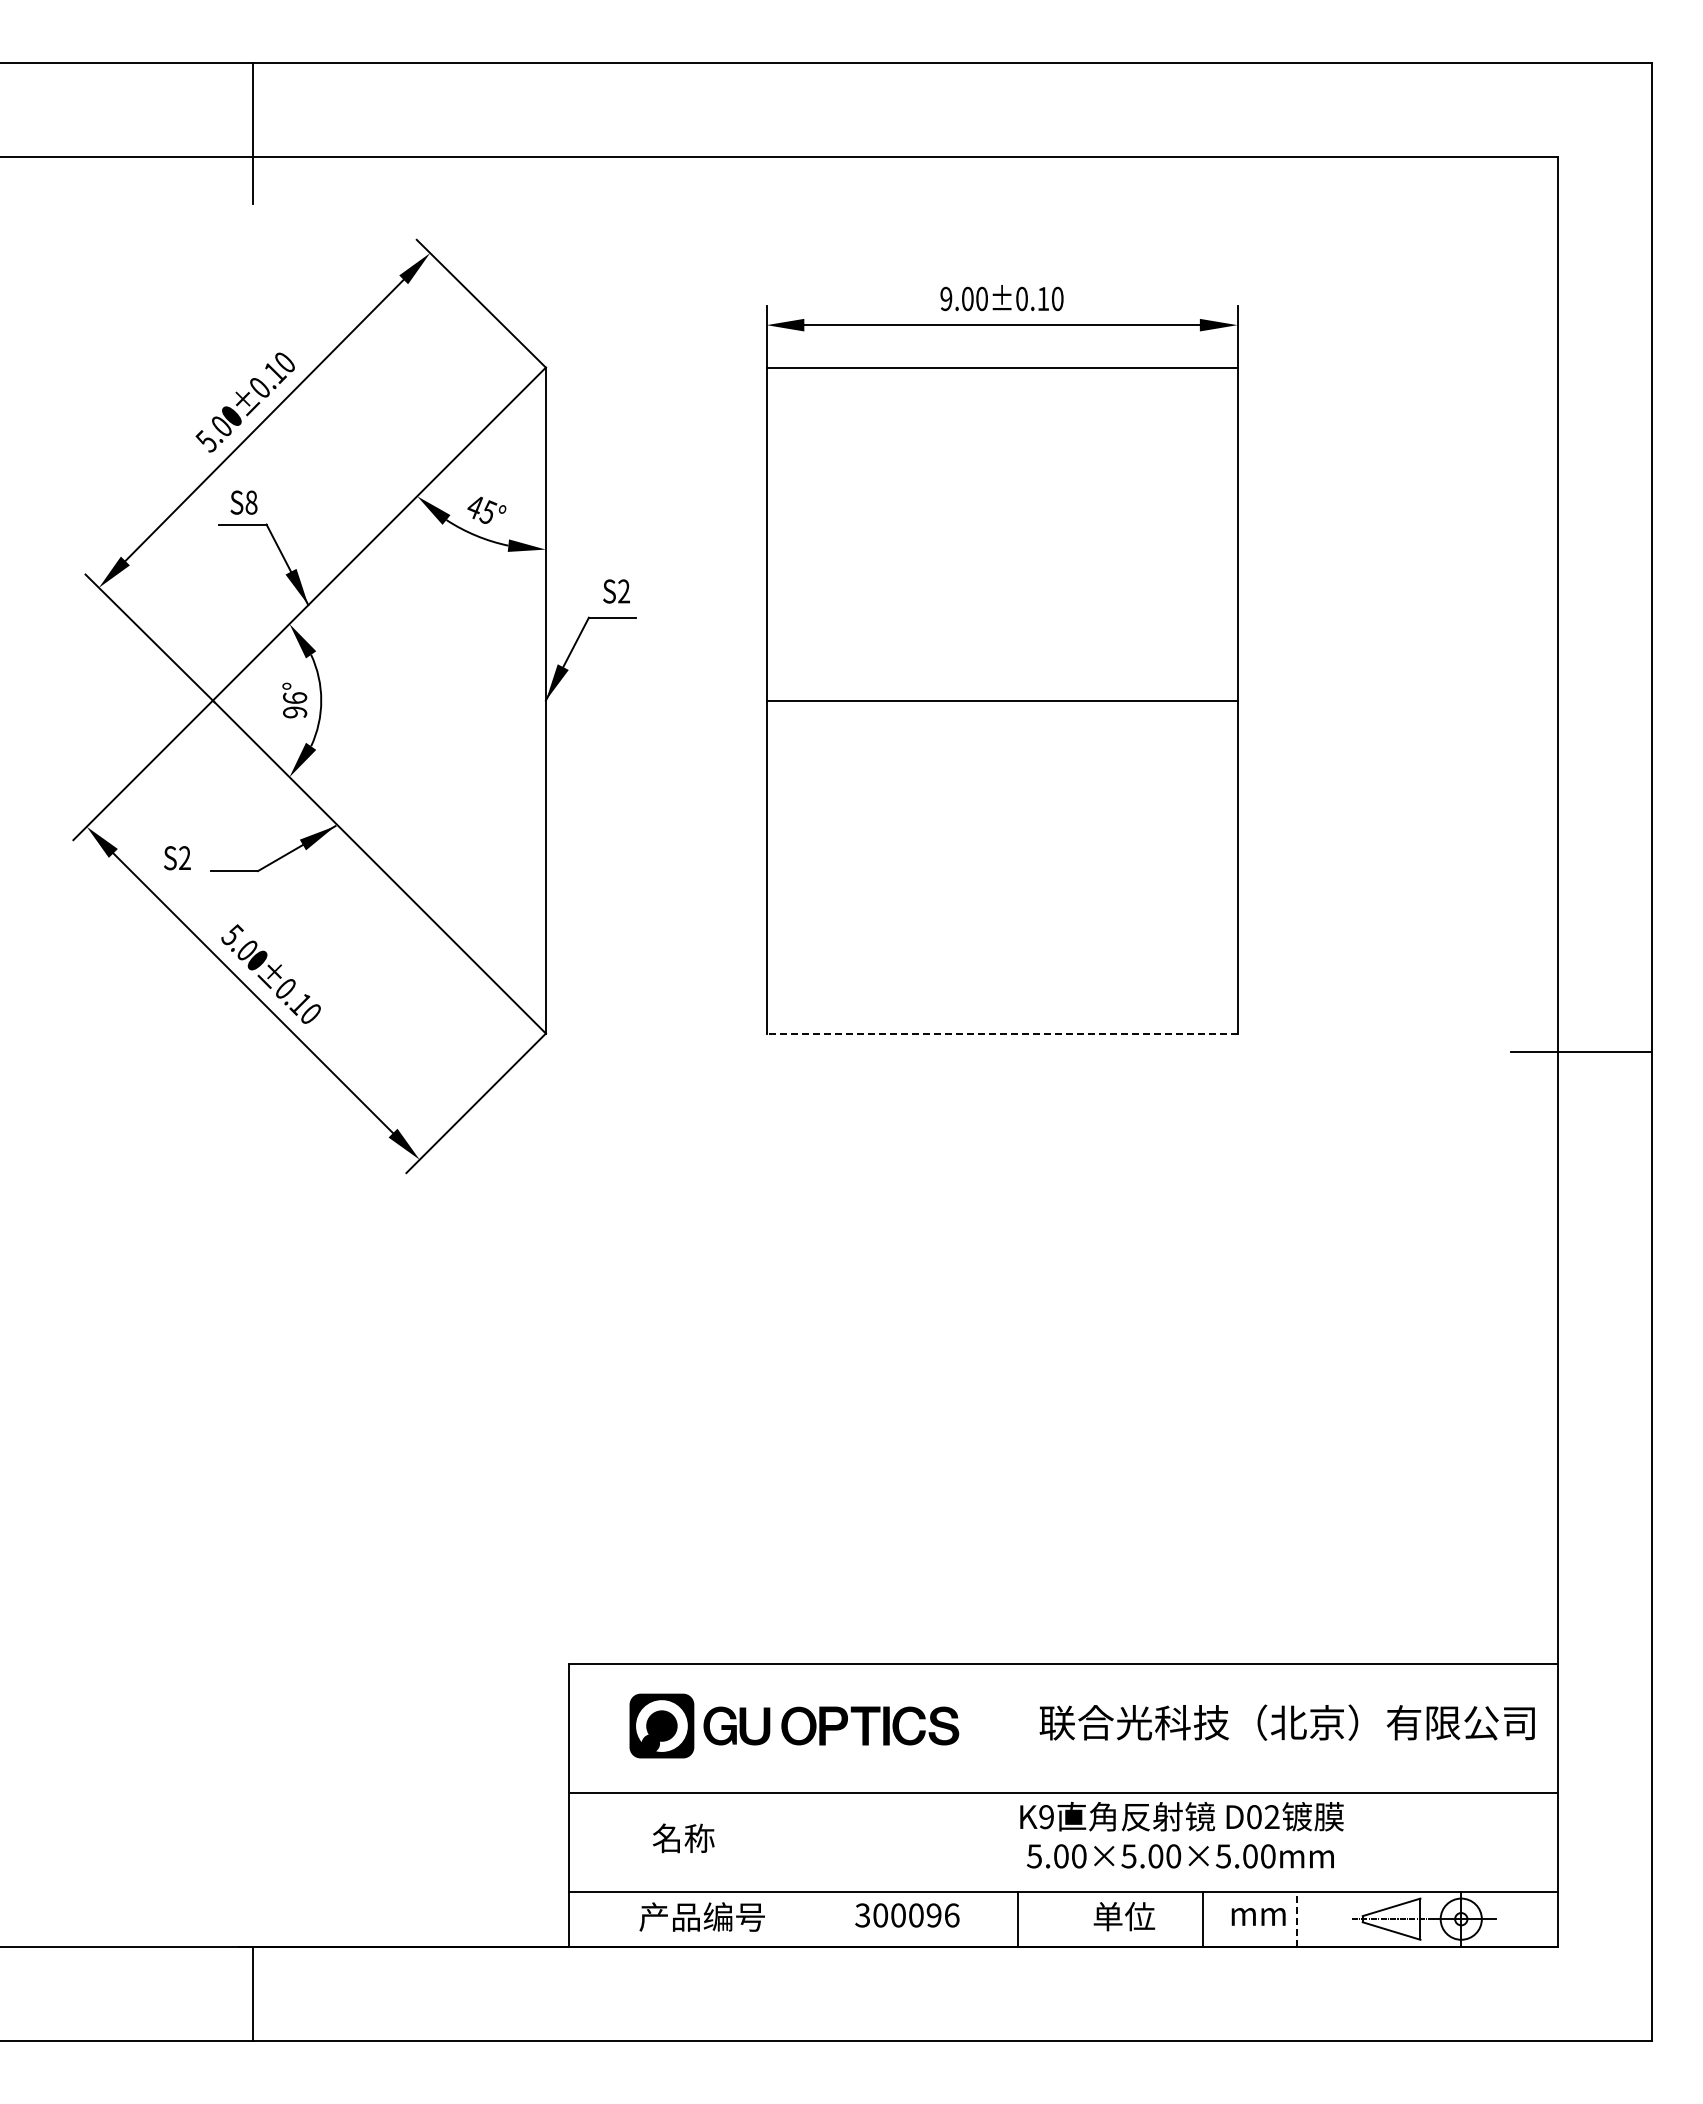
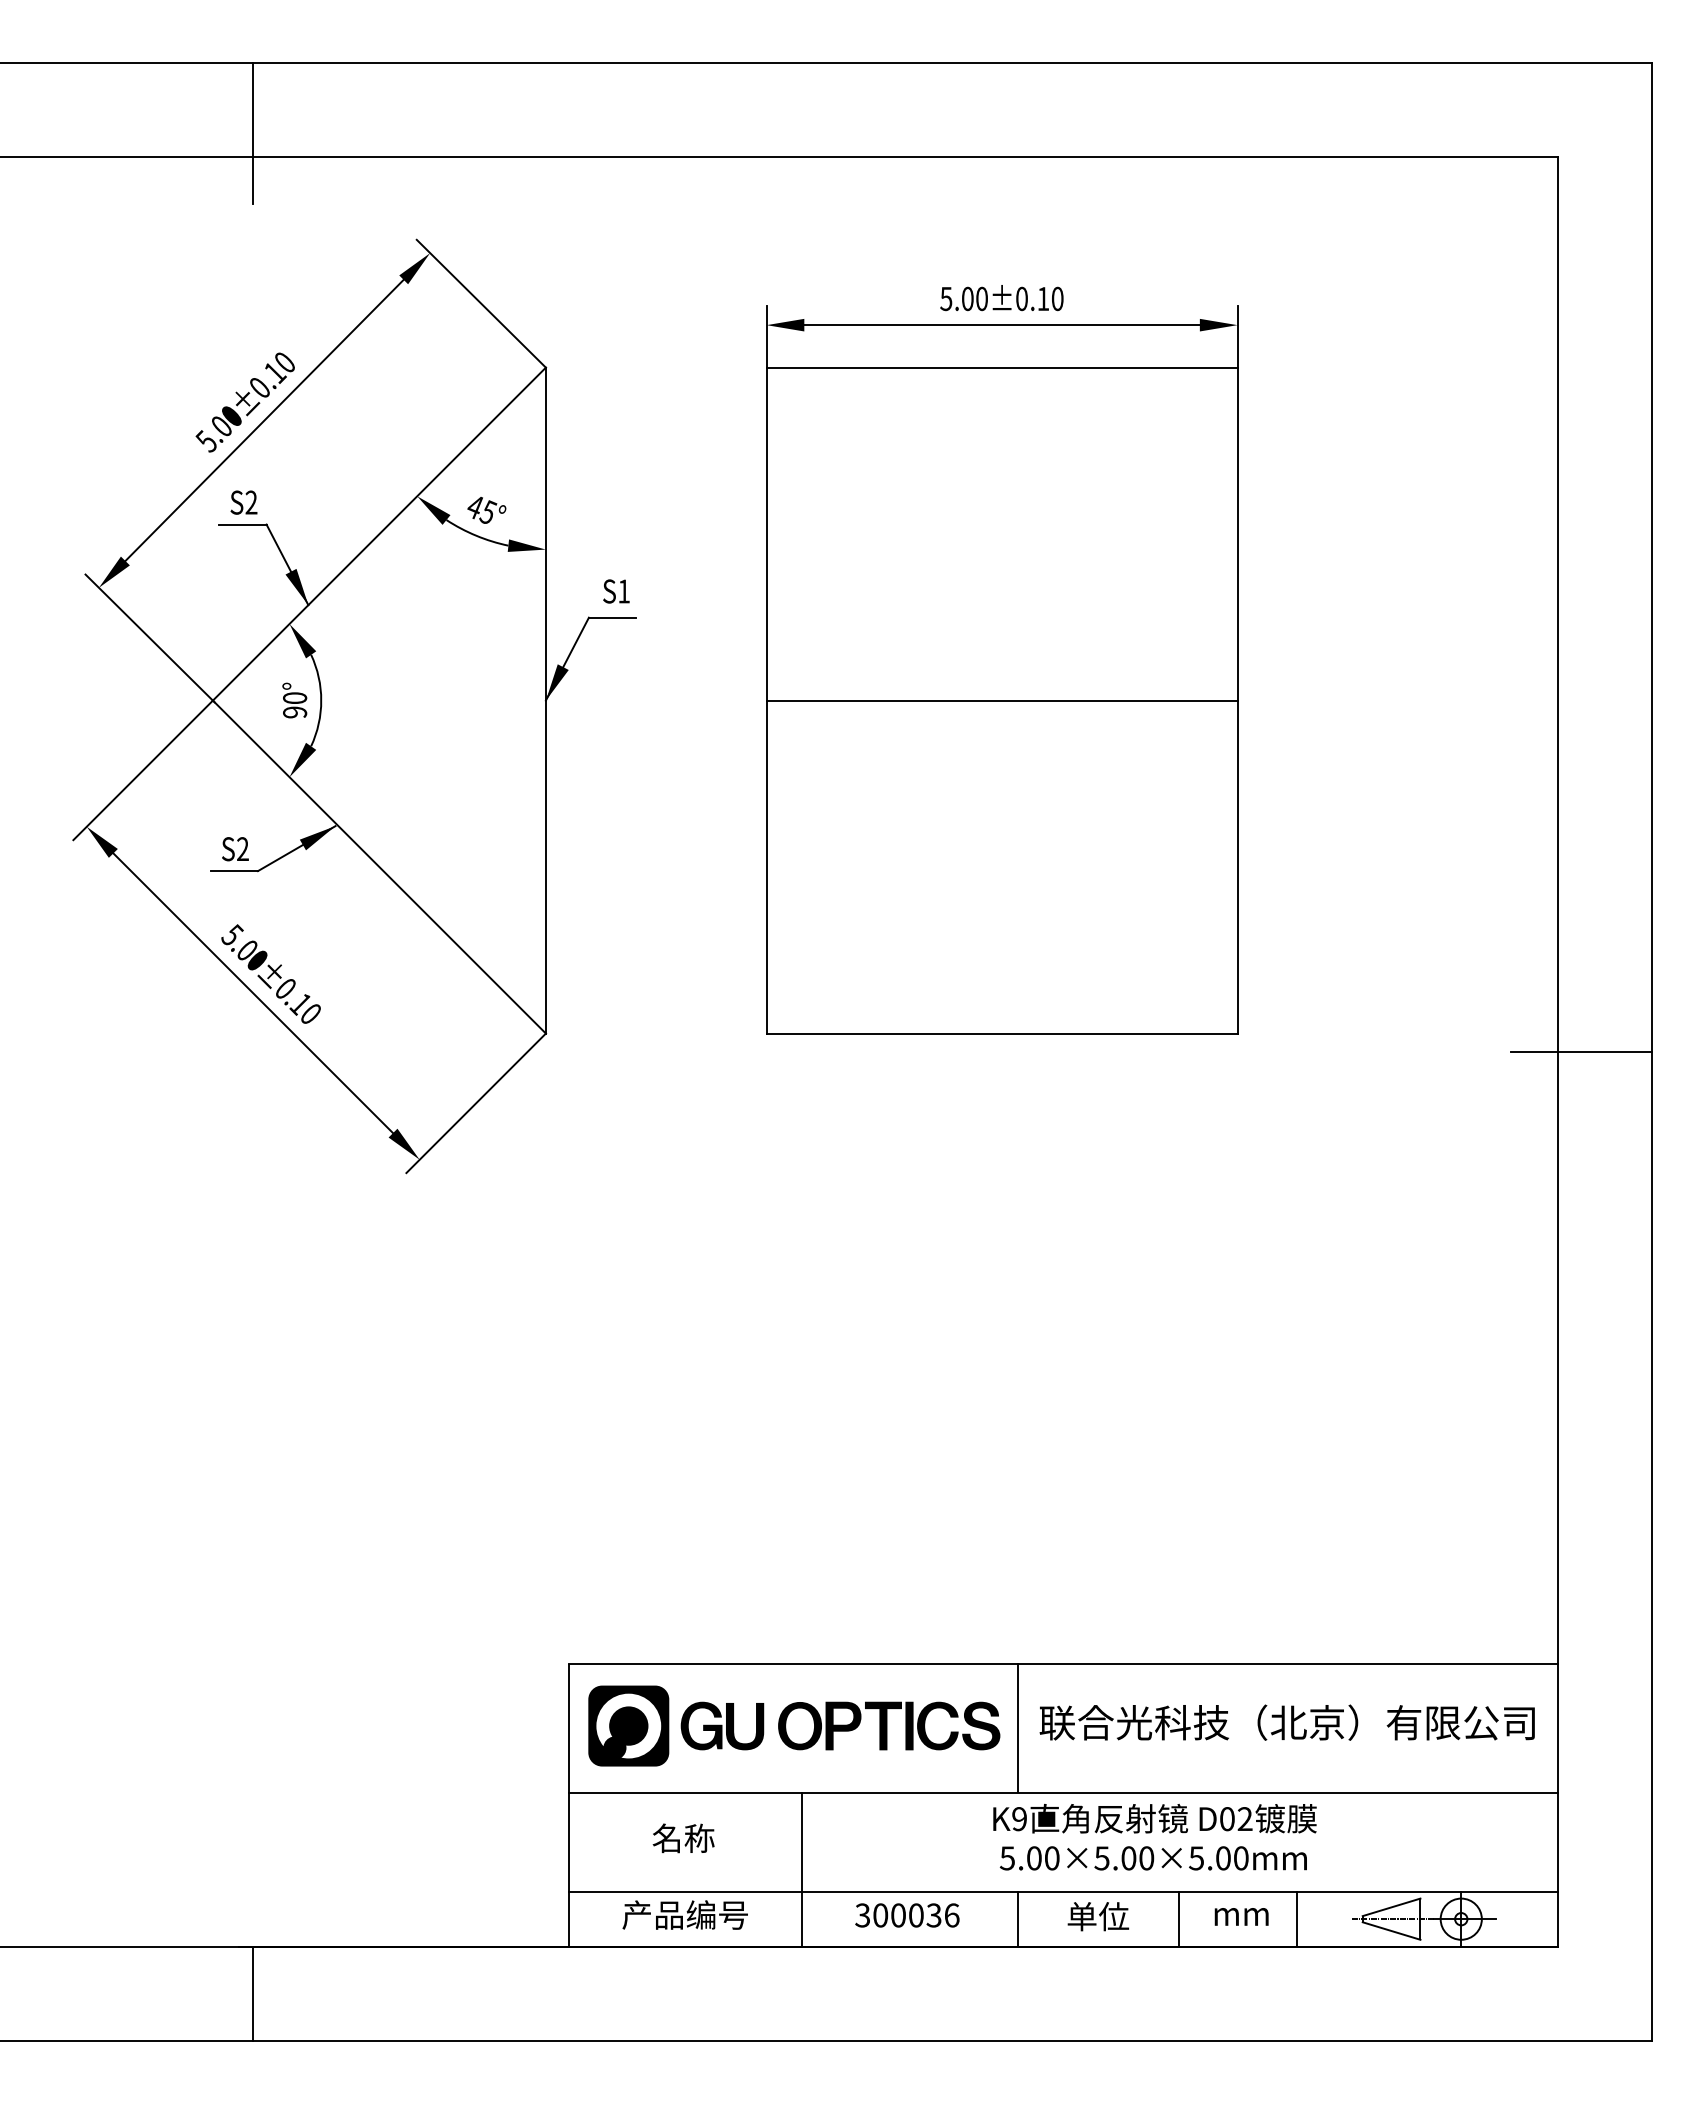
text at (946, 298): 9.00±0.10 -> 5.00±0.10
text at (251, 502): S8 -> S2
text at (623, 591): S2 -> S1
text at (295, 697): 96° -> 90°
text at (177, 858) position: (177, 858) -> (235, 849)
line at (1001, 1033): dashed -> solid
part at (794, 1725) size: 331x66 px -> 413x82 px
line at (1017, 1727): none -> present
text at (1181, 1835) position: (1181, 1835) -> (1154, 1837)
line at (802, 1869): none -> present
text at (933, 1915): 300096 -> 300036
text at (701, 1916) position: (701, 1916) -> (684, 1914)
text at (1124, 1916) position: (1124, 1916) -> (1098, 1916)
text at (1258, 1916) position: (1258, 1916) -> (1241, 1916)
line at (1202, 1918) position: (1202, 1918) -> (1178, 1918)
line at (1296, 1919): dashed -> solid
